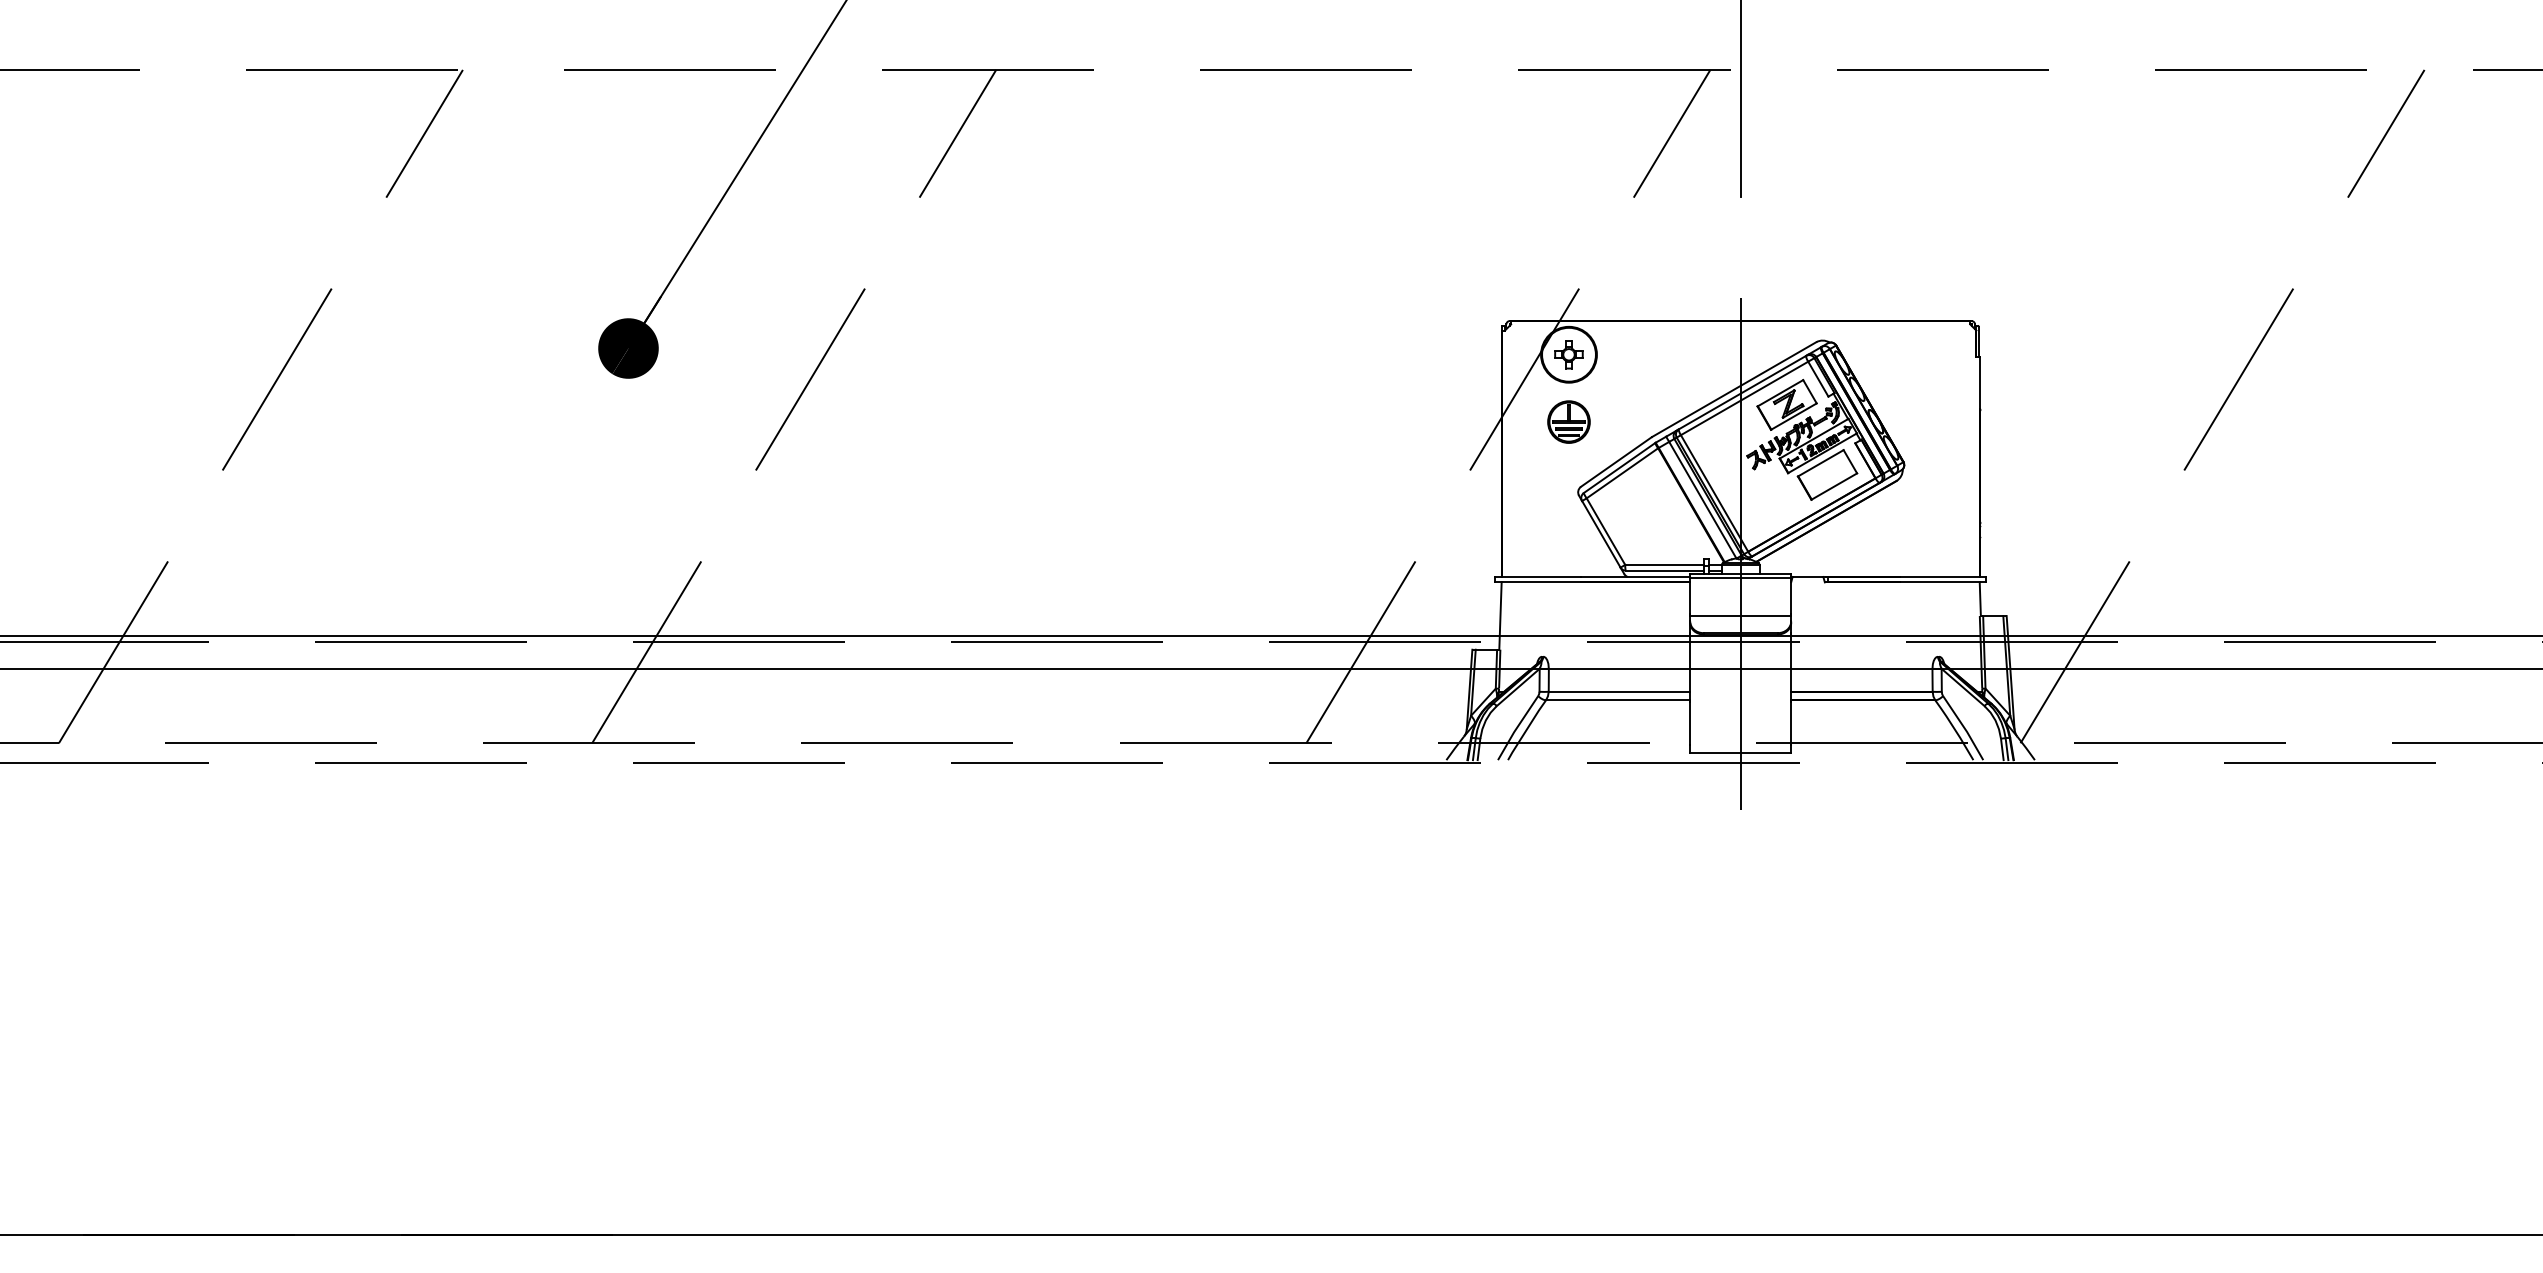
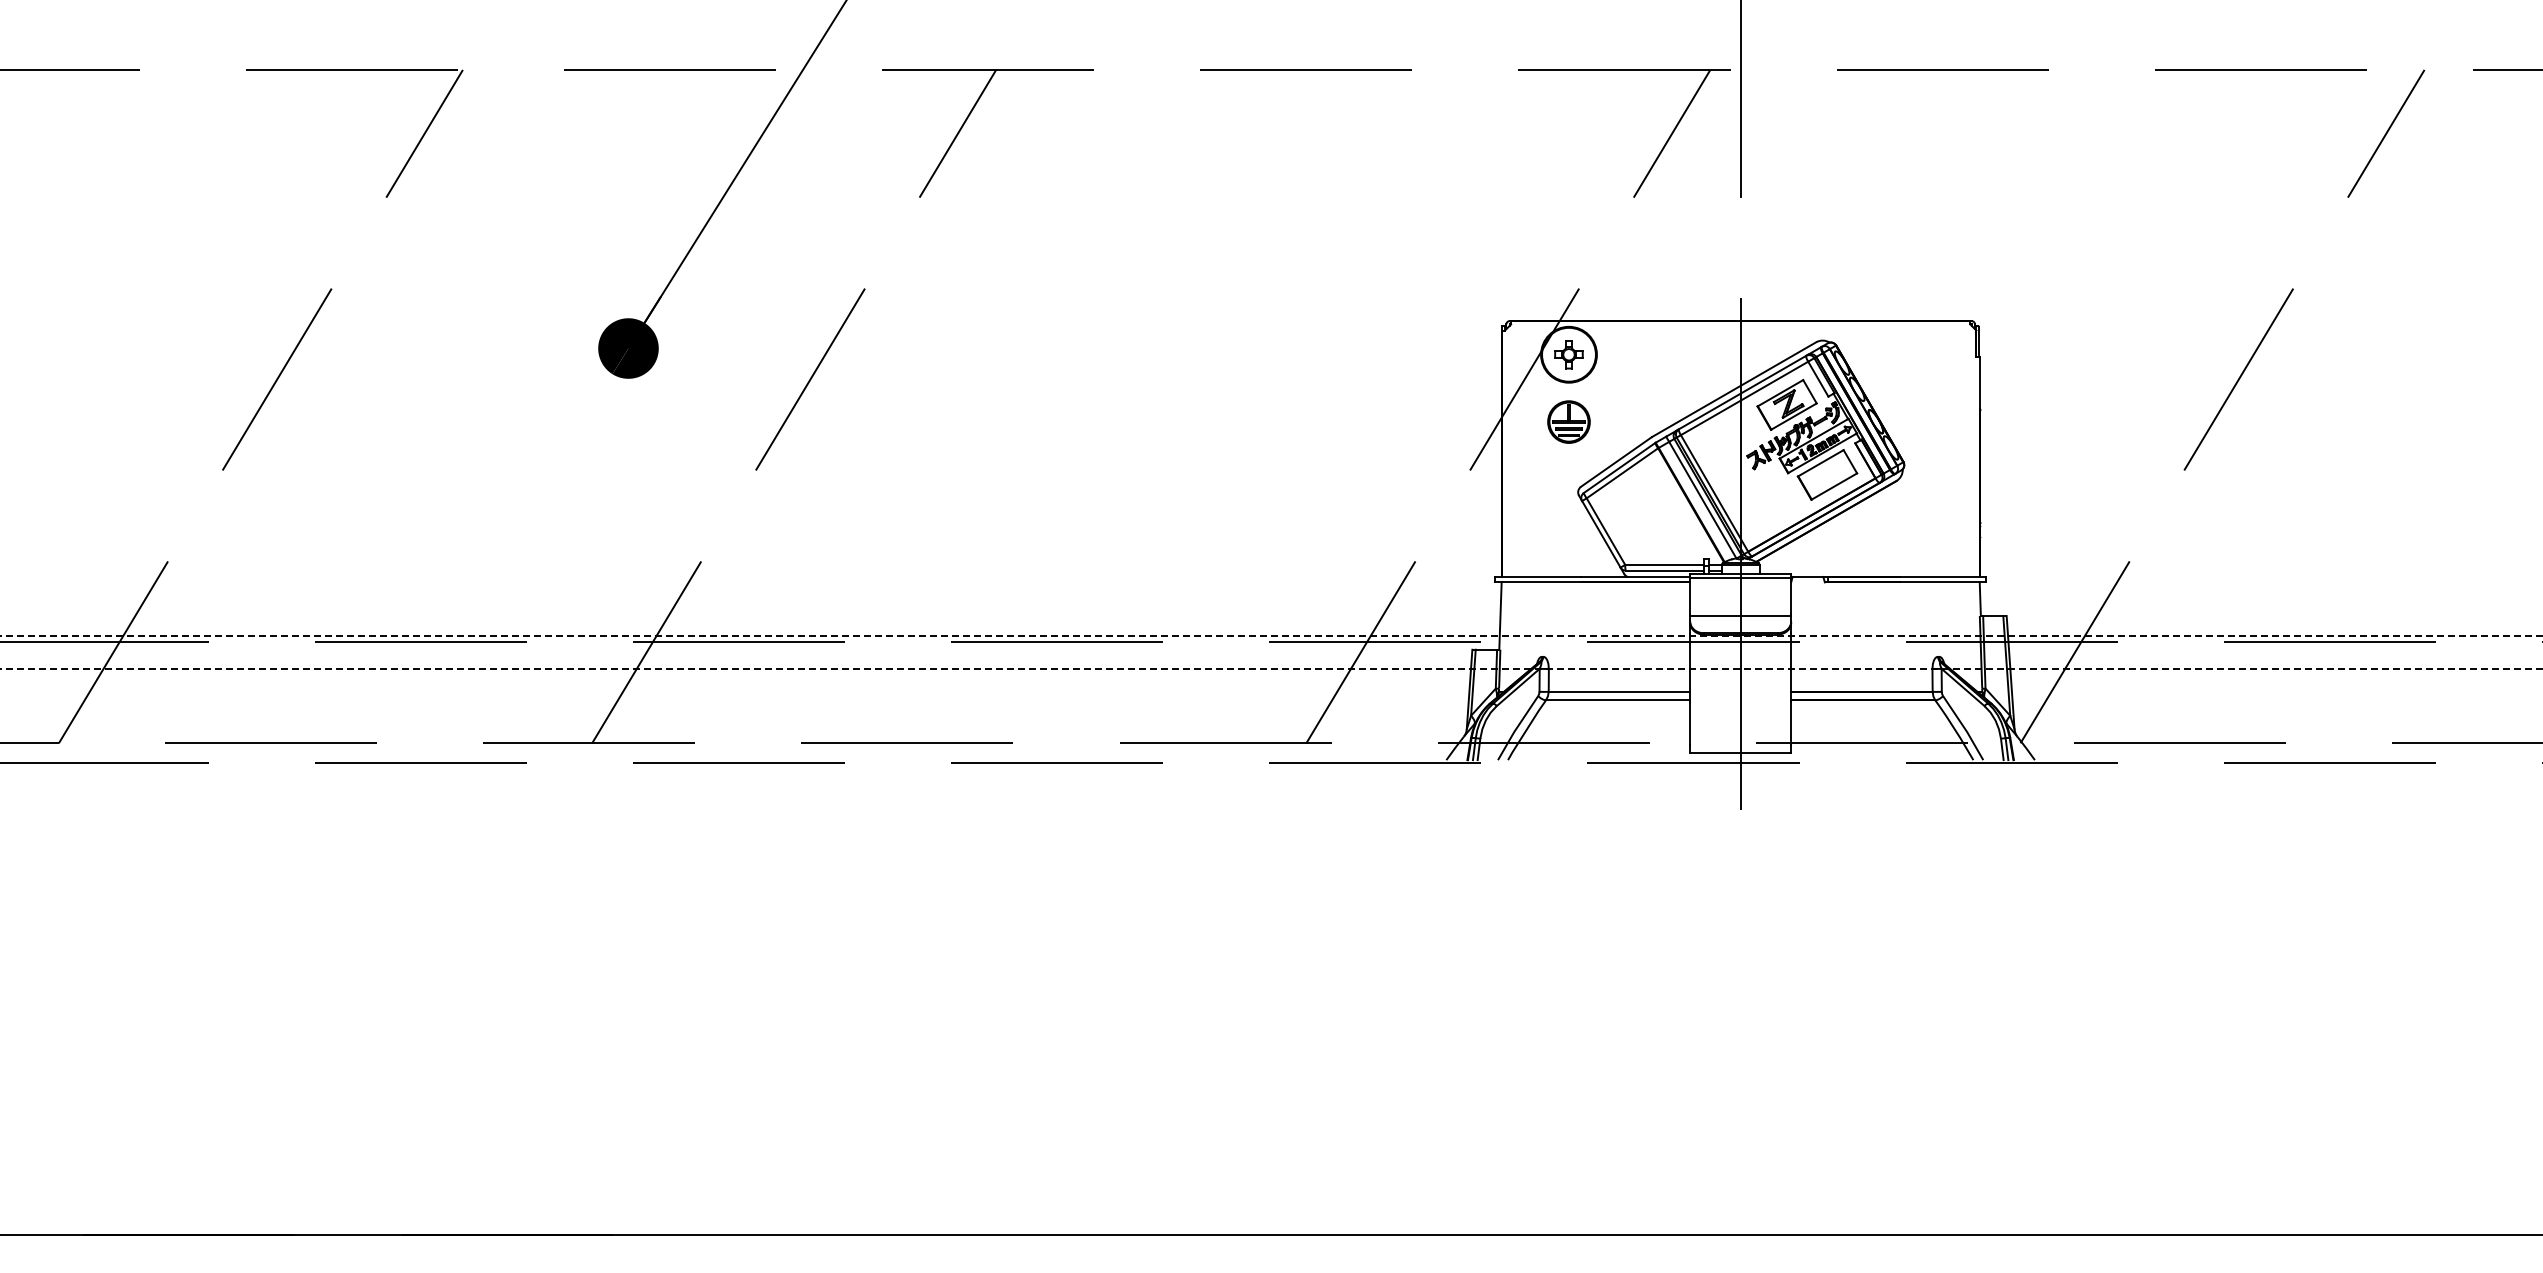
line at (1271, 635): solid -> dashed
line at (1271, 669): solid -> dashed
